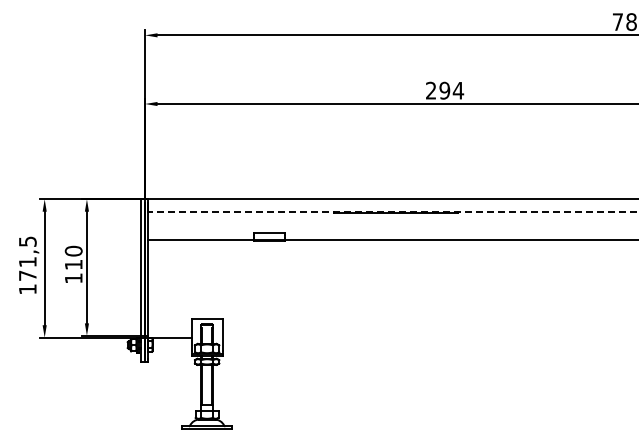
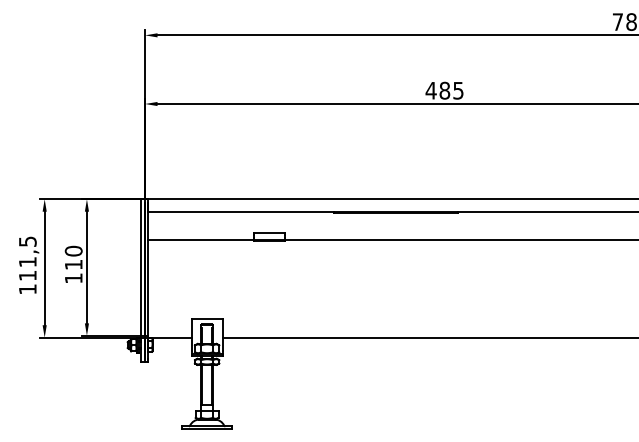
text at (444, 90): 294 -> 485
line at (392, 211): dashed -> solid
text at (27, 275): 171,5 -> 111,5
line at (428, 337): none -> present
